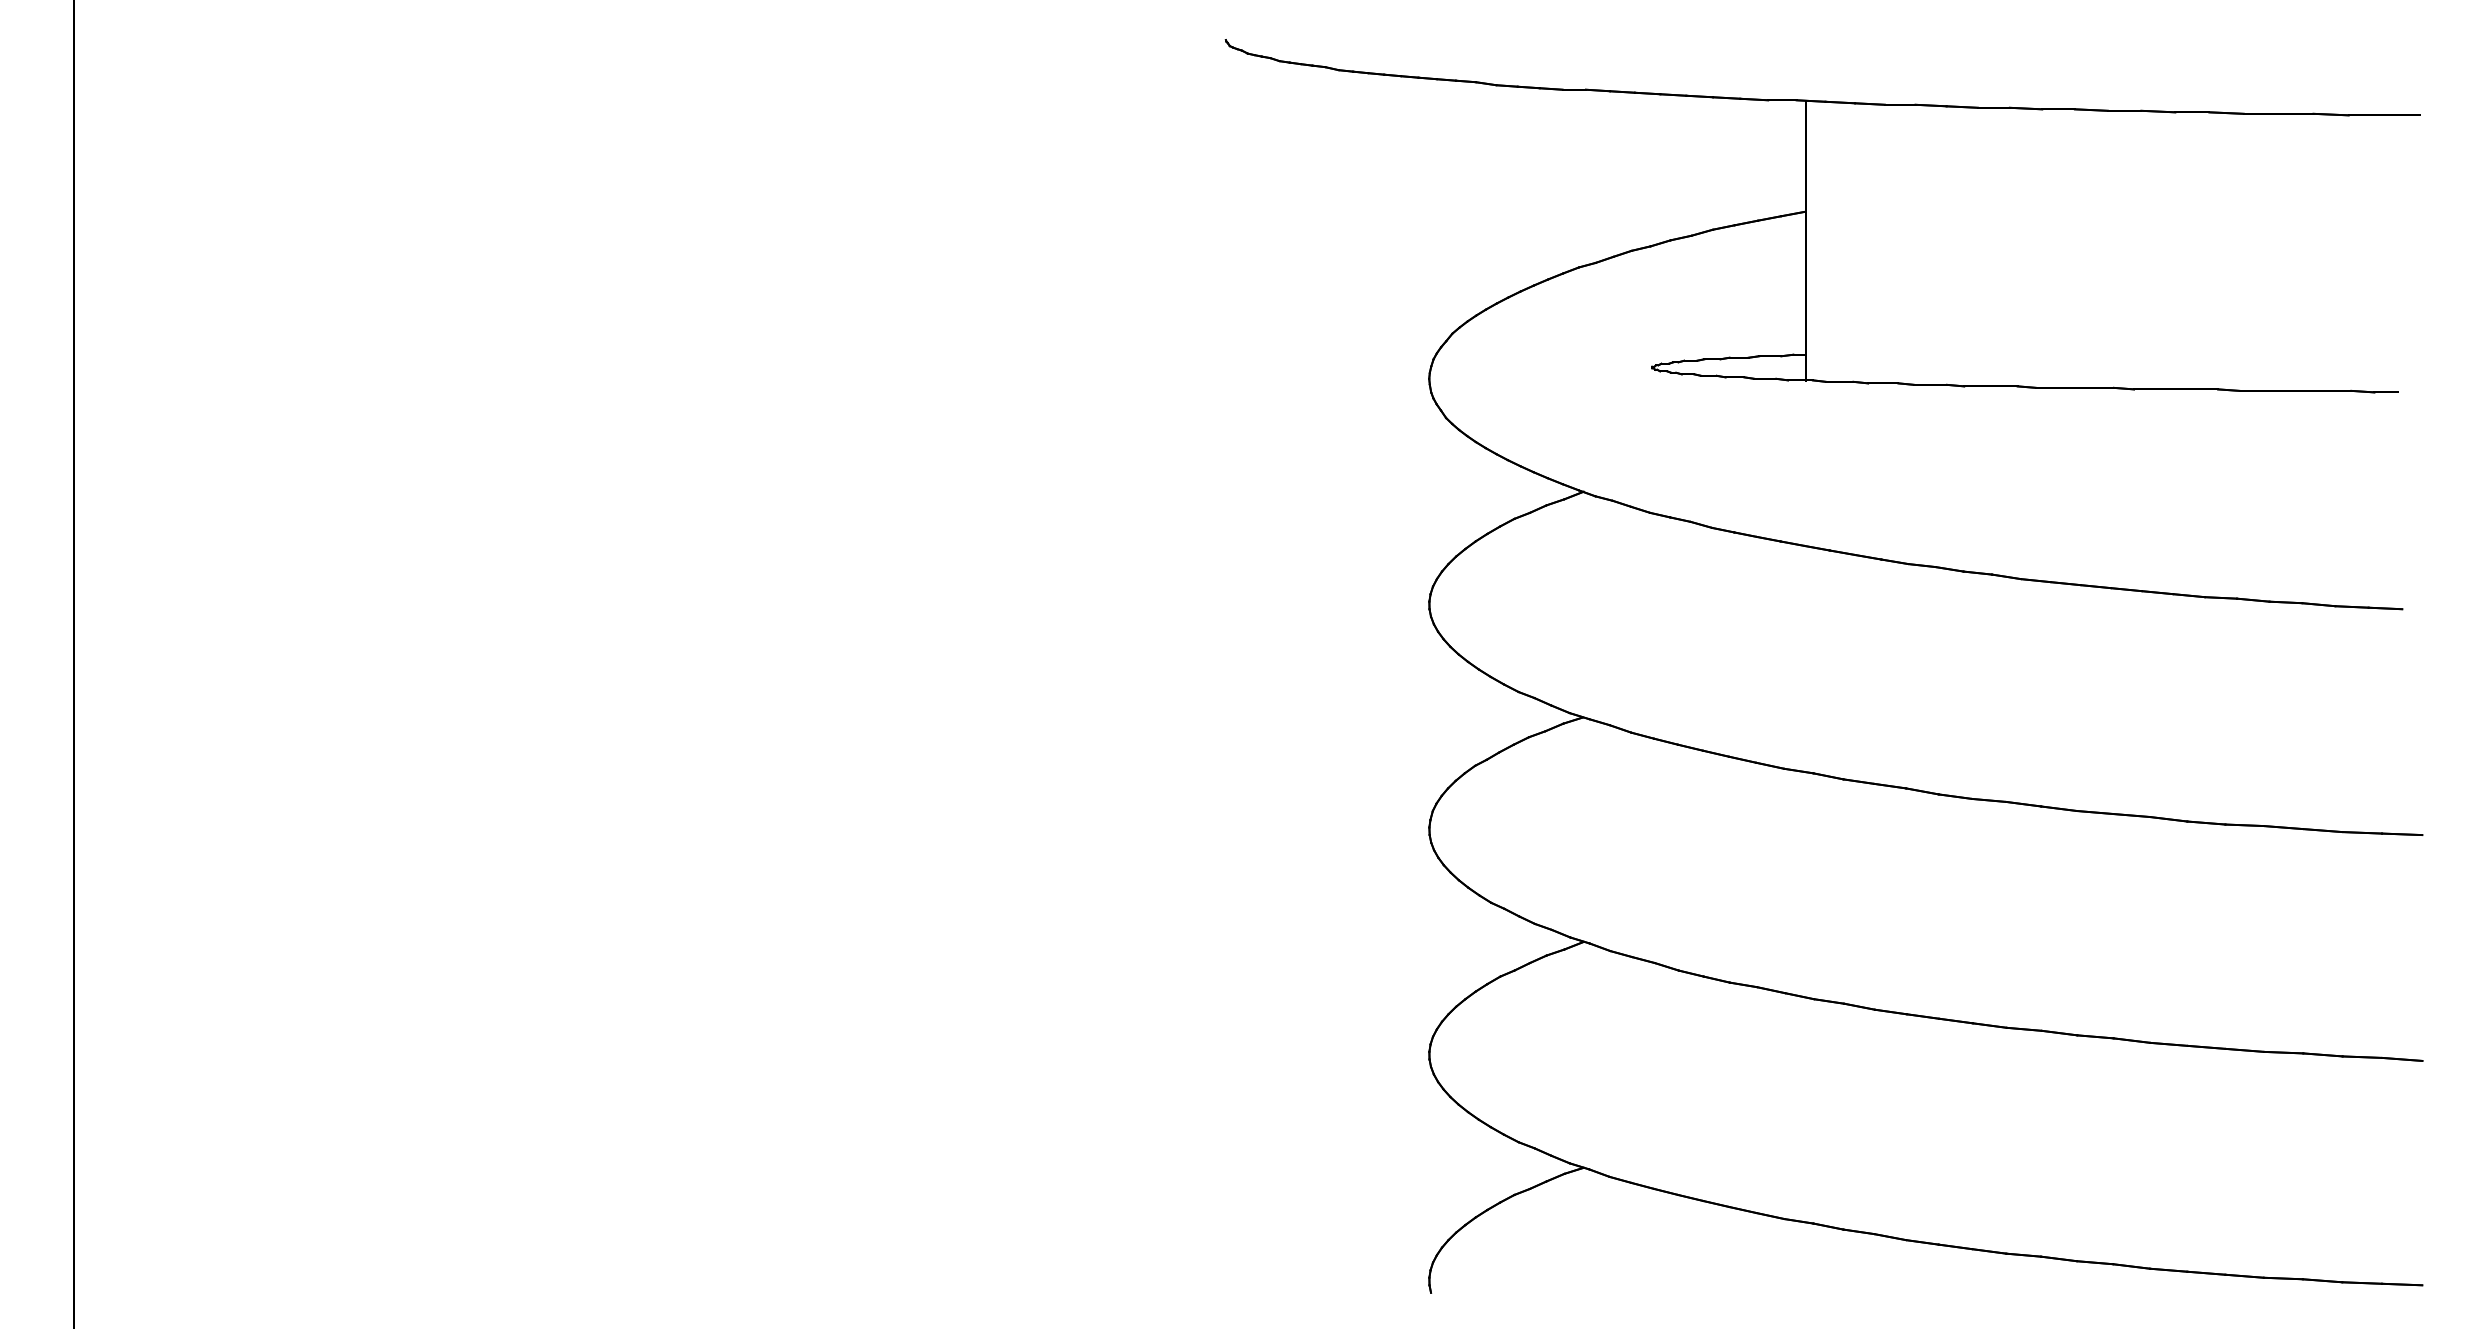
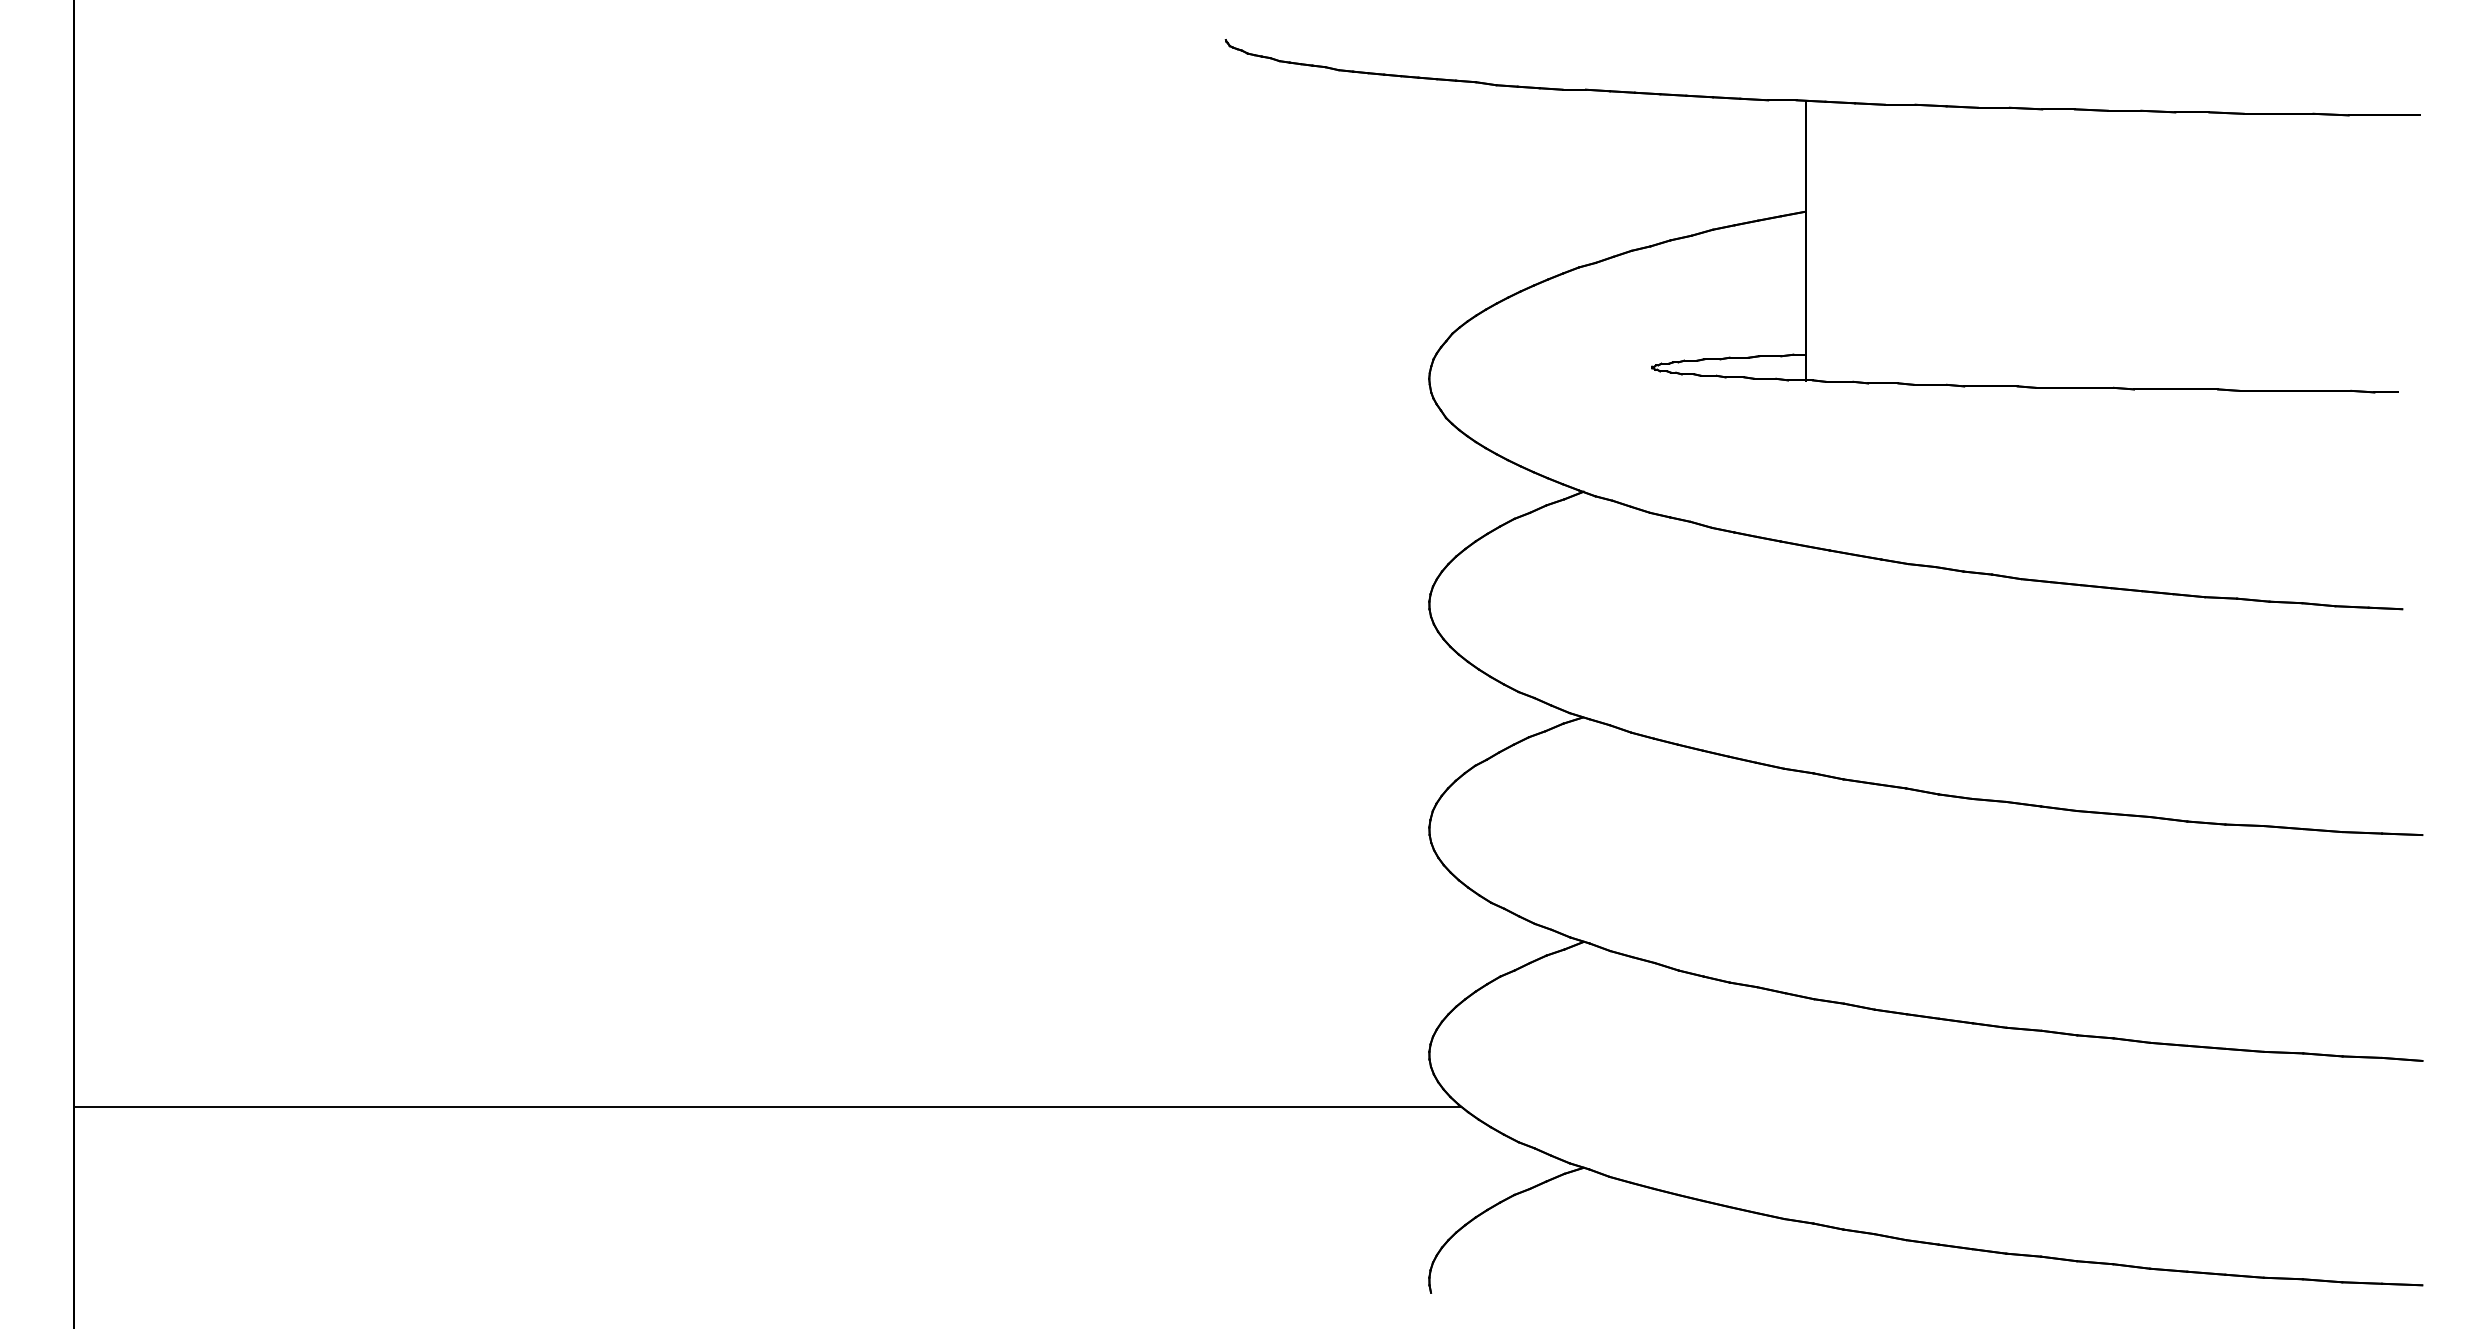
line at (767, 1107): none -> present
